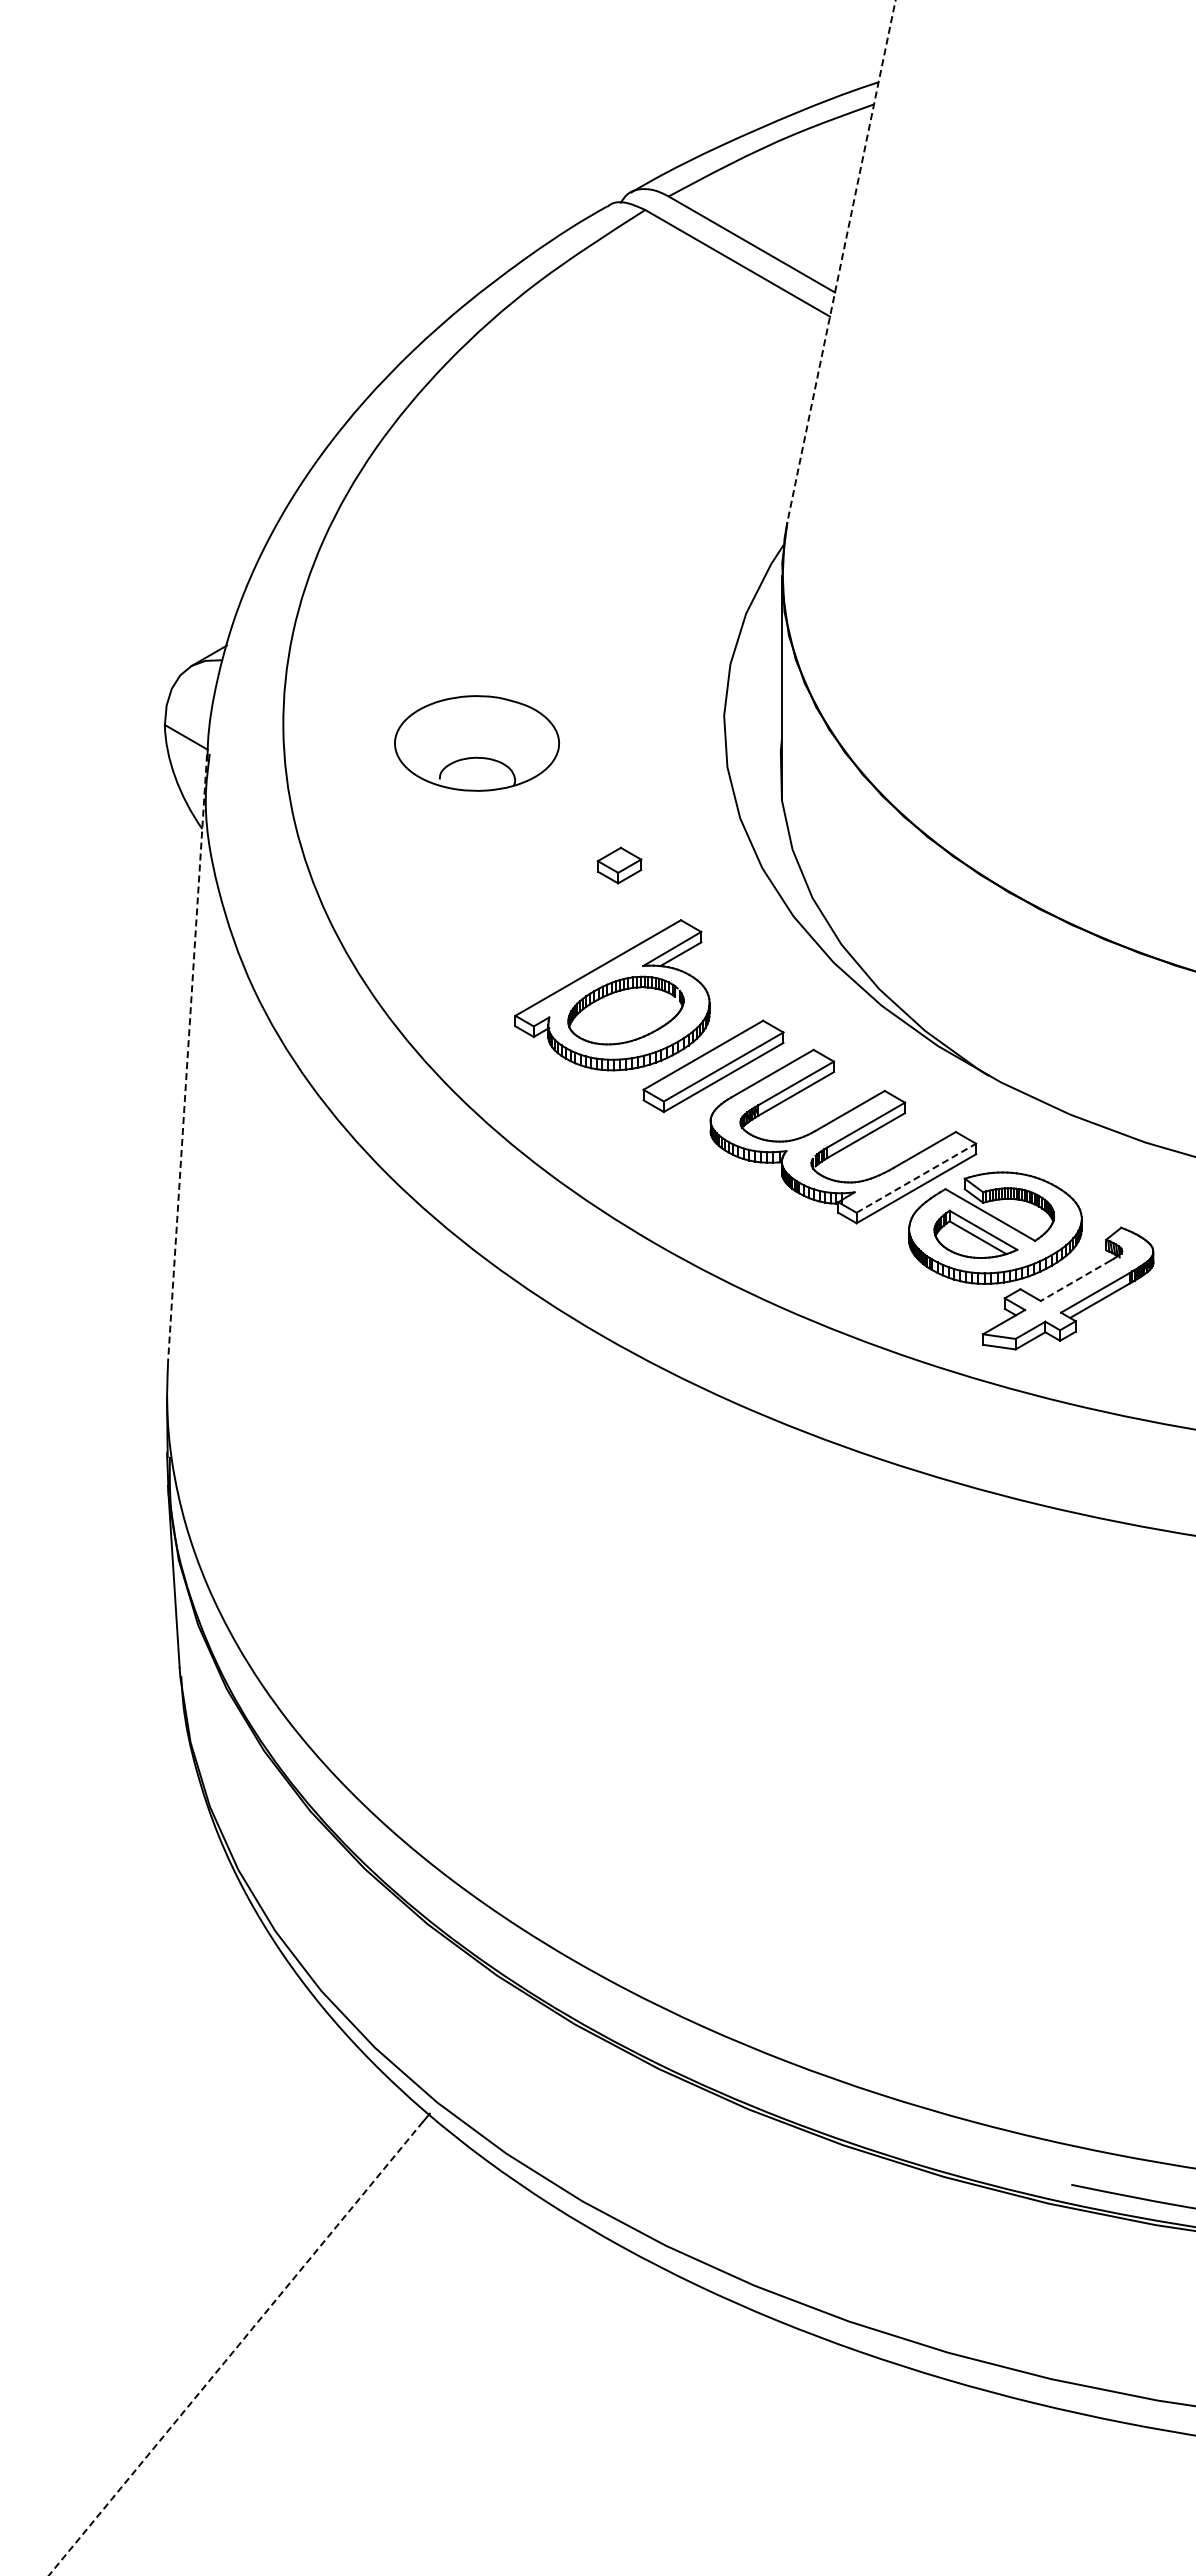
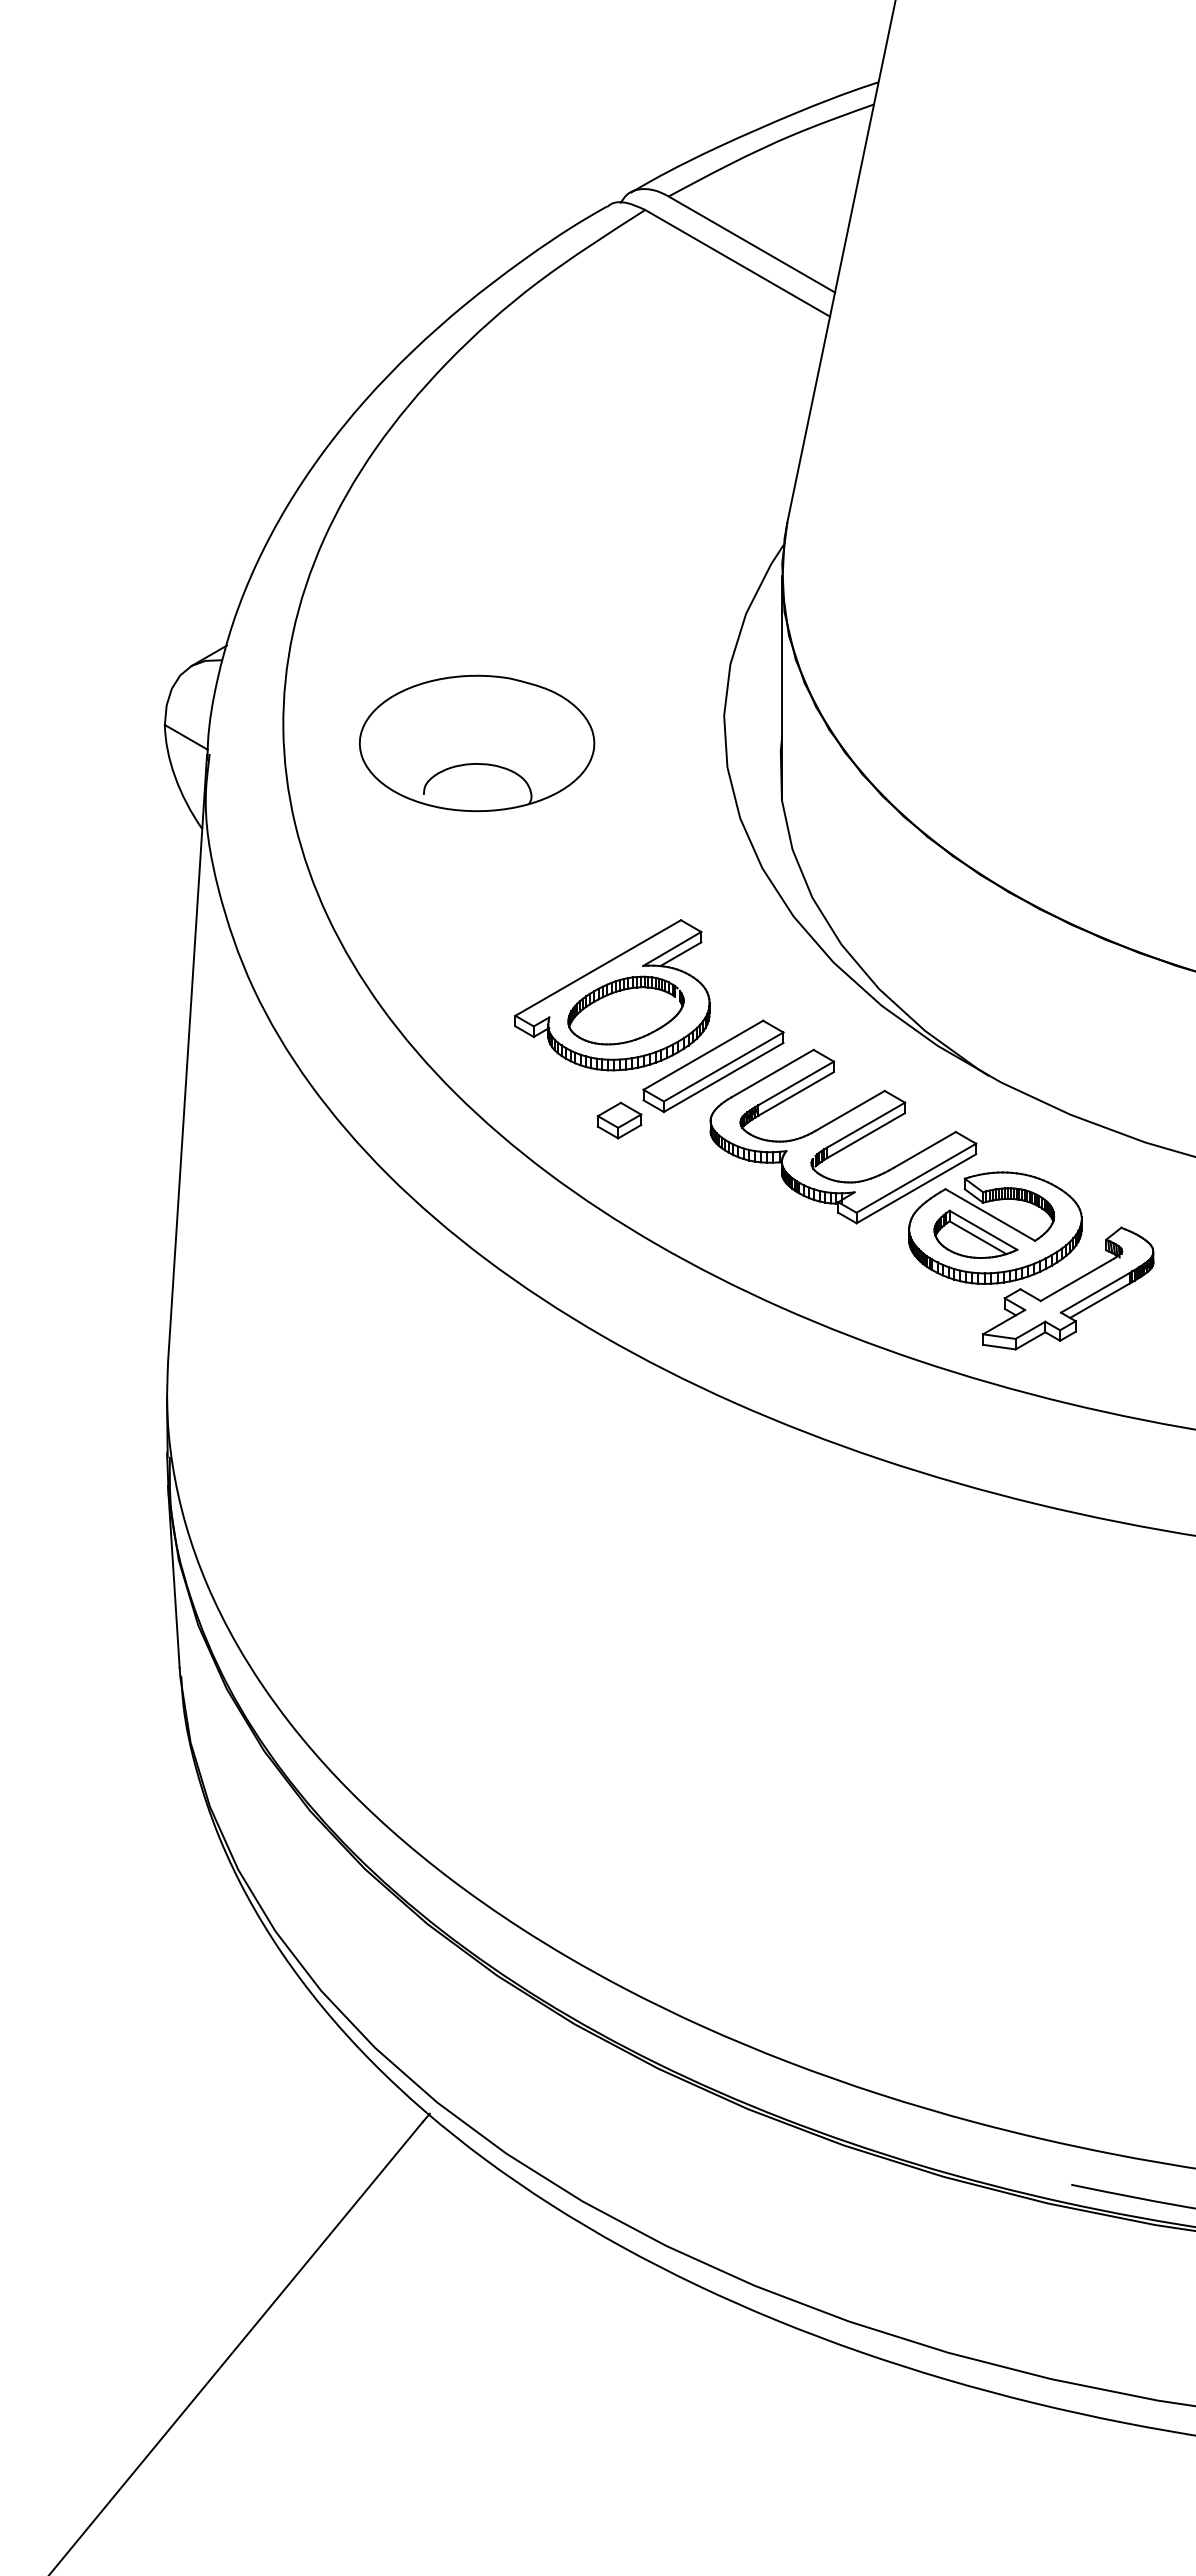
line at (841, 261): dashed -> solid
part at (476, 743) size: 166x97 px -> 238x139 px
part at (619, 865) position: (619, 865) -> (619, 1120)
line at (187, 1058): dashed -> solid
line at (916, 1178): dashed -> solid
line at (1075, 1281): dashed -> solid
line at (236, 2348): dashed -> solid
